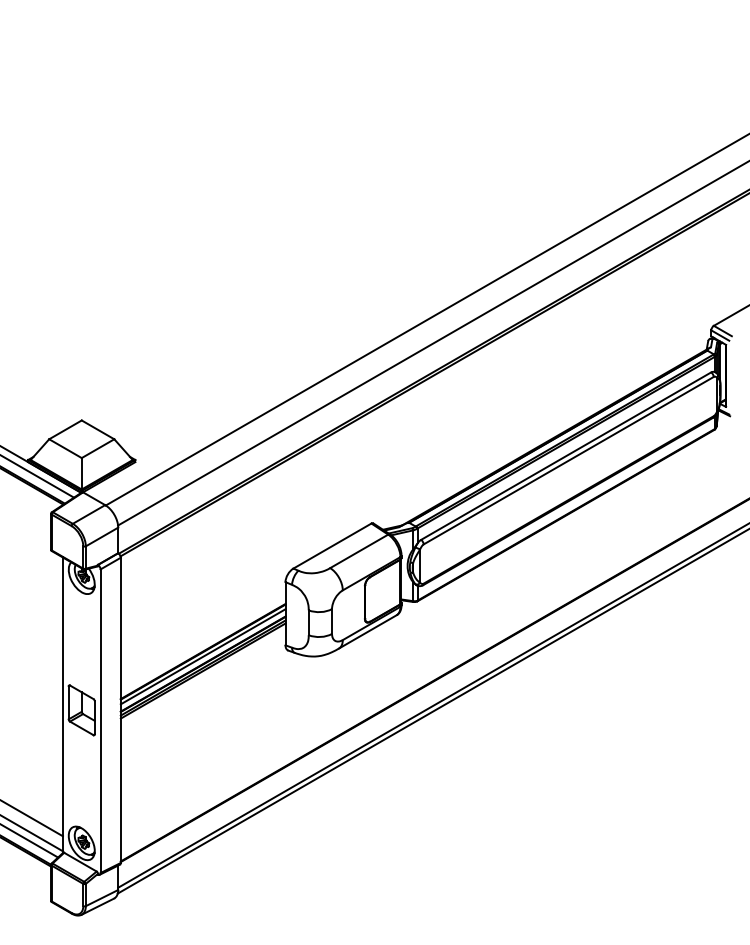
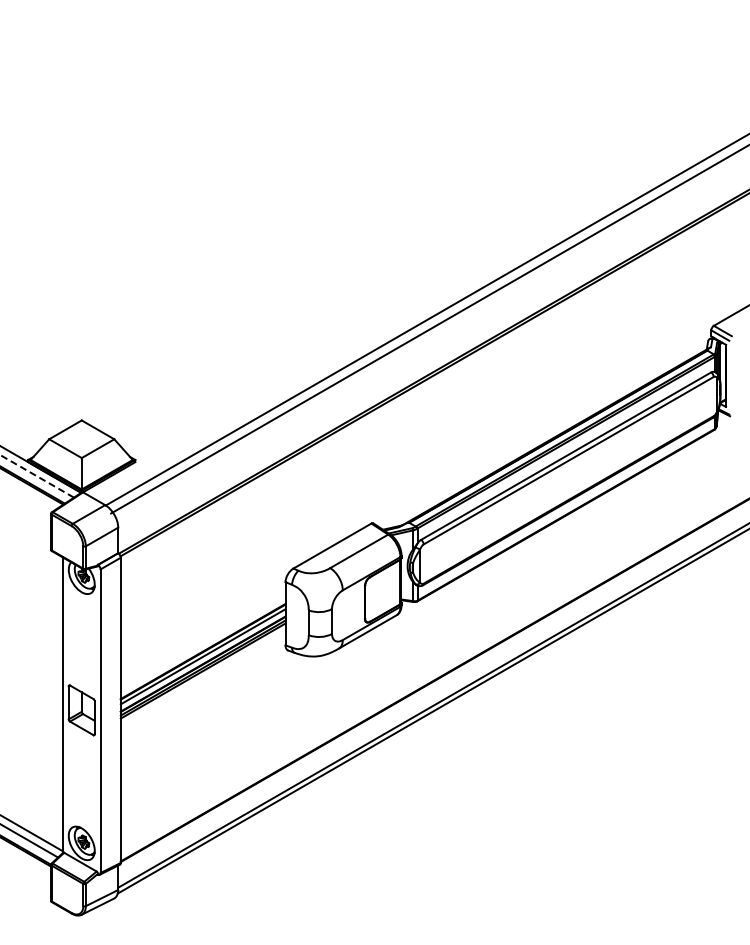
line at (432, 343) position: (432, 343) -> (428, 329)
line at (36, 476): solid -> dashed
line at (32, 818): present -> none
